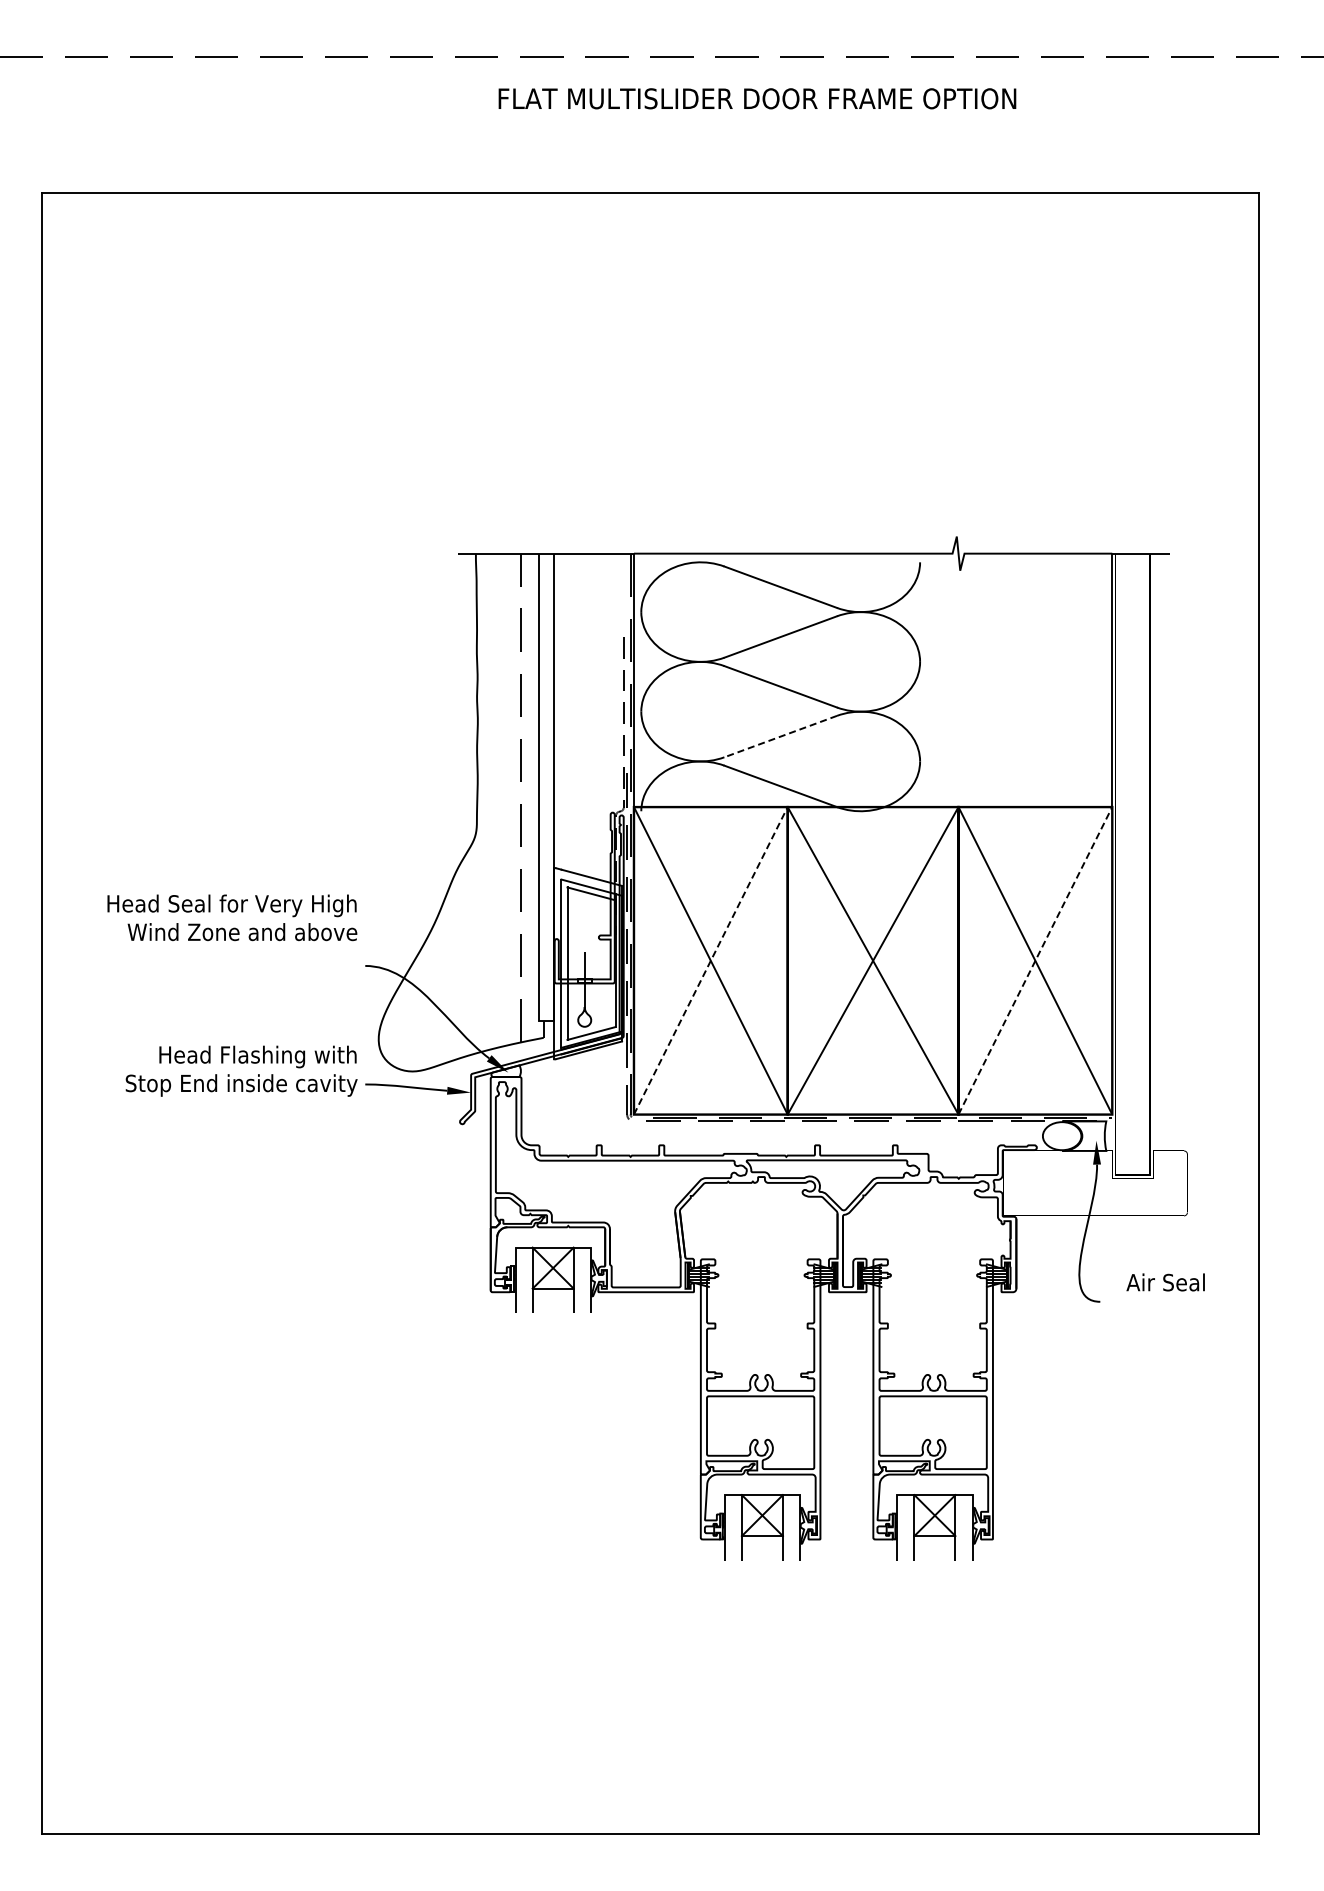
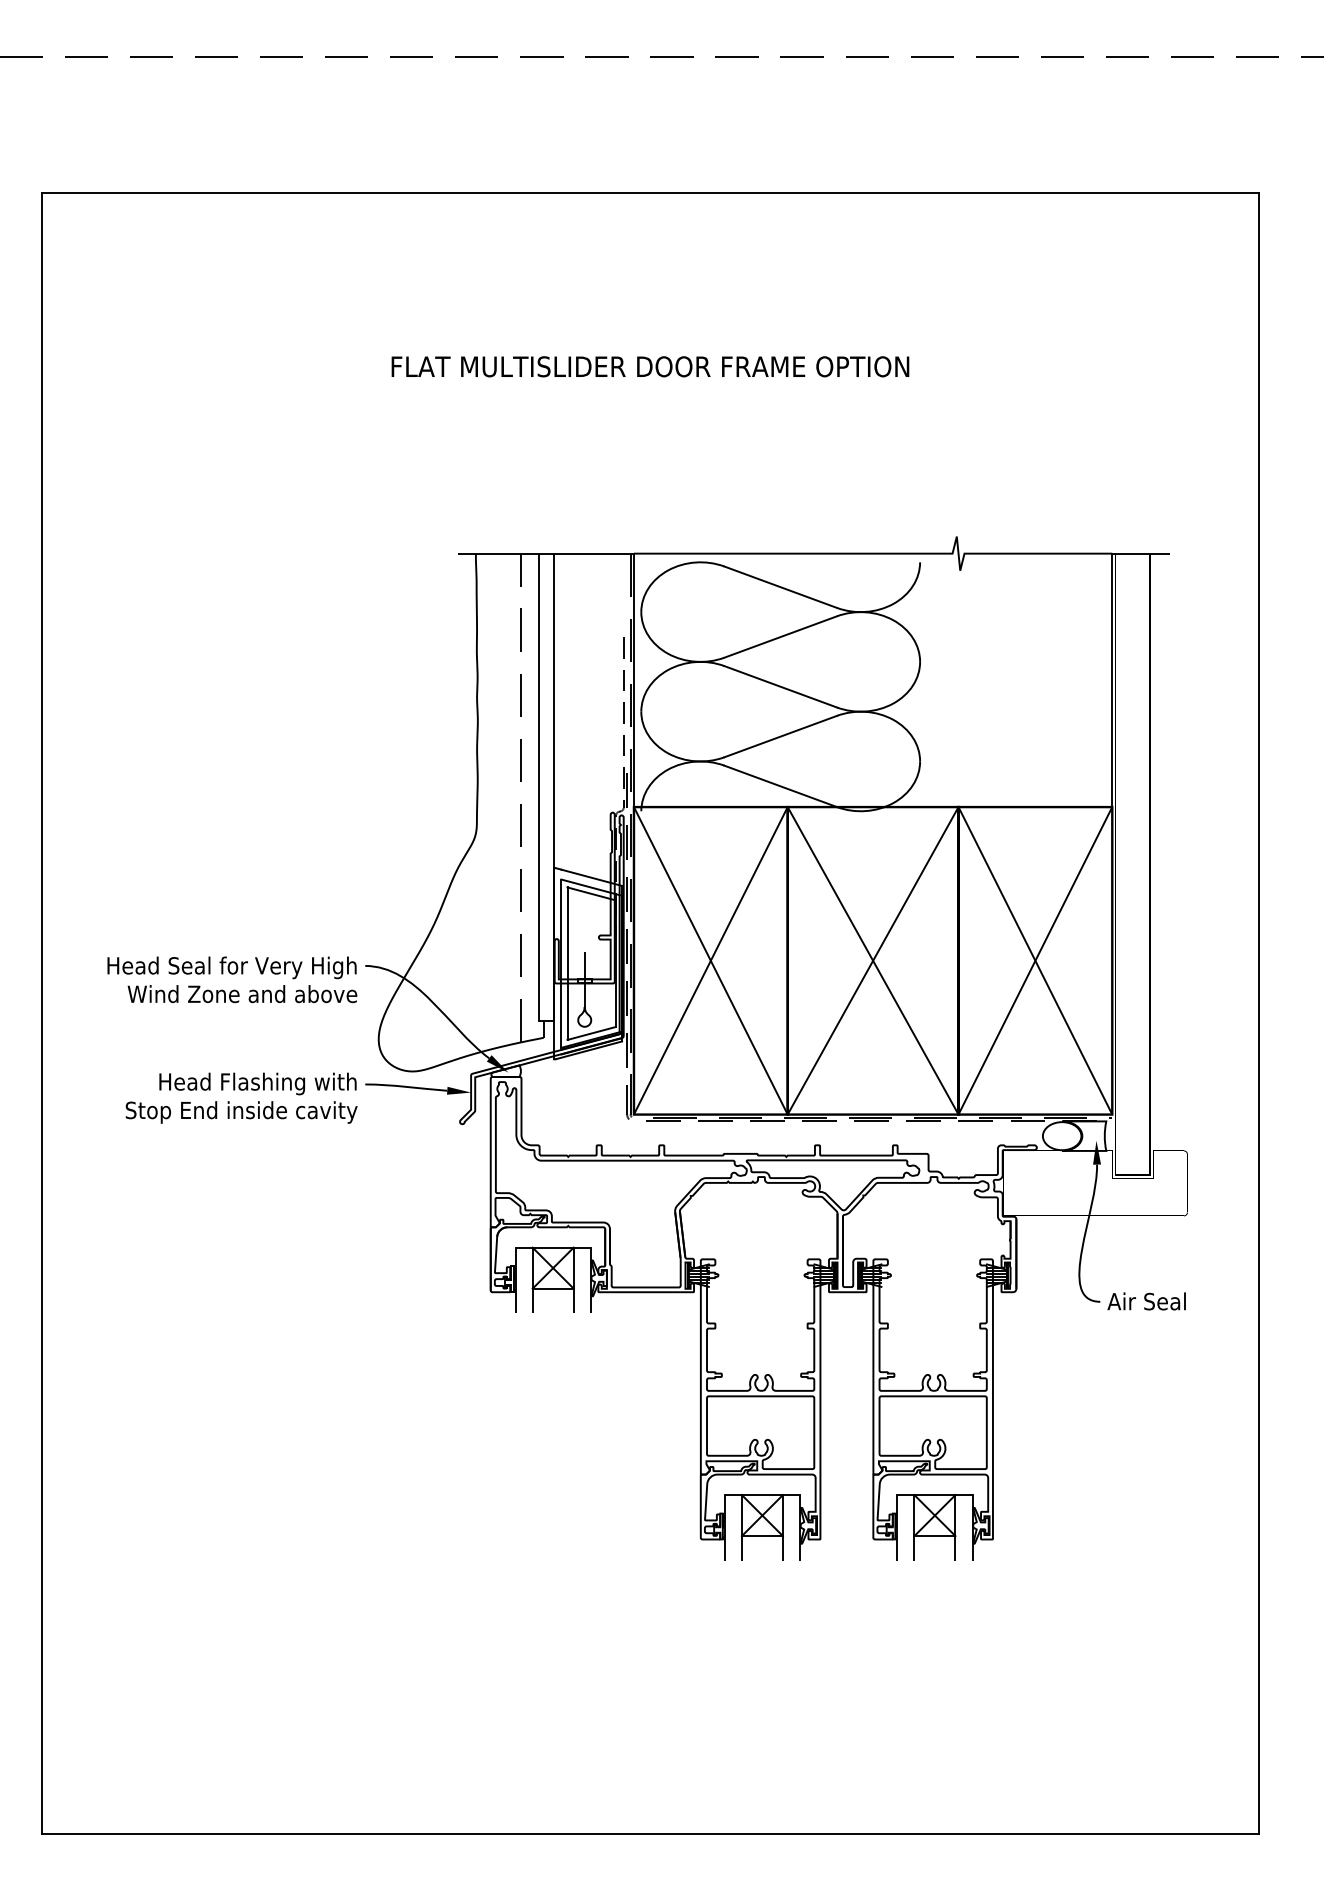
text at (757, 98) position: (757, 98) -> (650, 366)
line at (780, 736): dashed -> solid
text at (232, 917) position: (232, 917) -> (232, 979)
line at (710, 960): dashed -> solid
line at (1035, 960): dashed -> solid
text at (241, 1070) position: (241, 1070) -> (241, 1097)
text at (1165, 1282) position: (1165, 1282) -> (1146, 1301)
